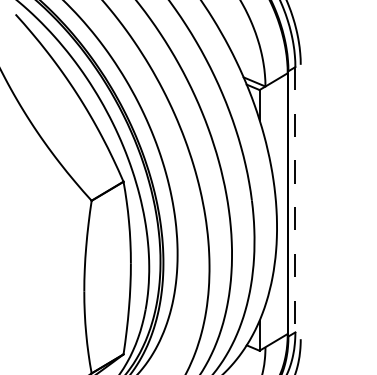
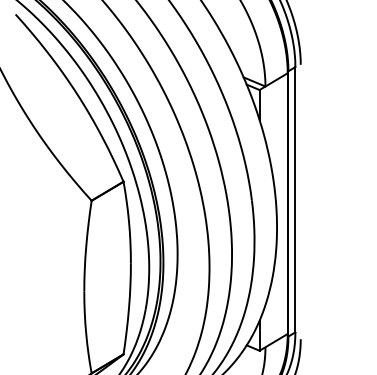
line at (295, 199): dashed -> solid
